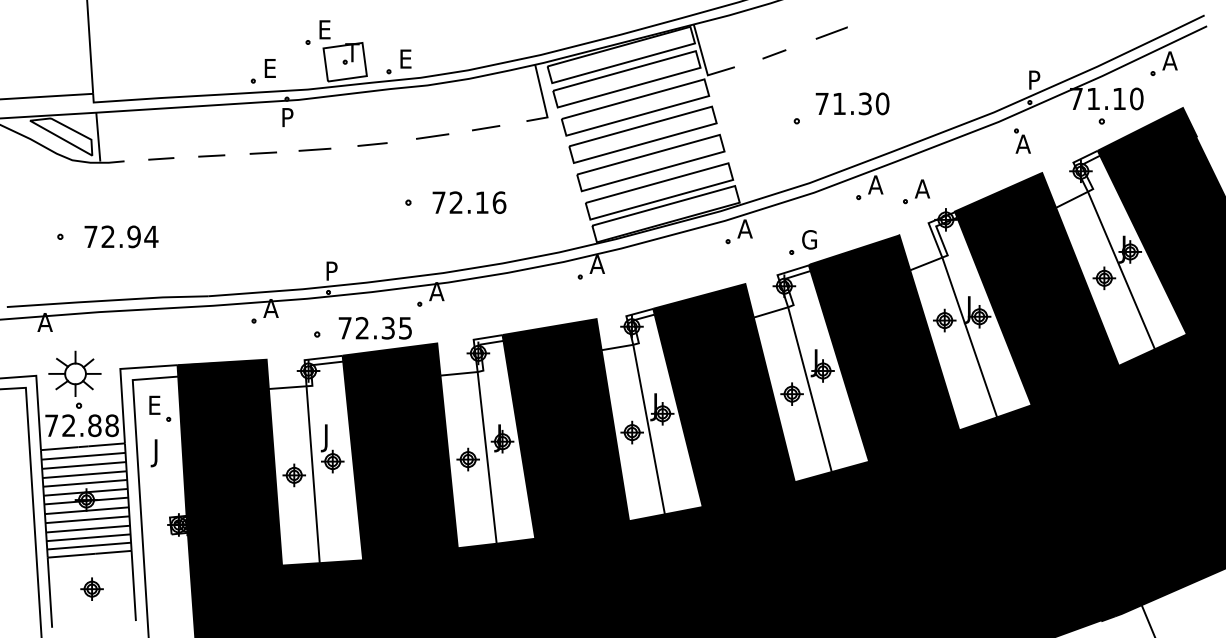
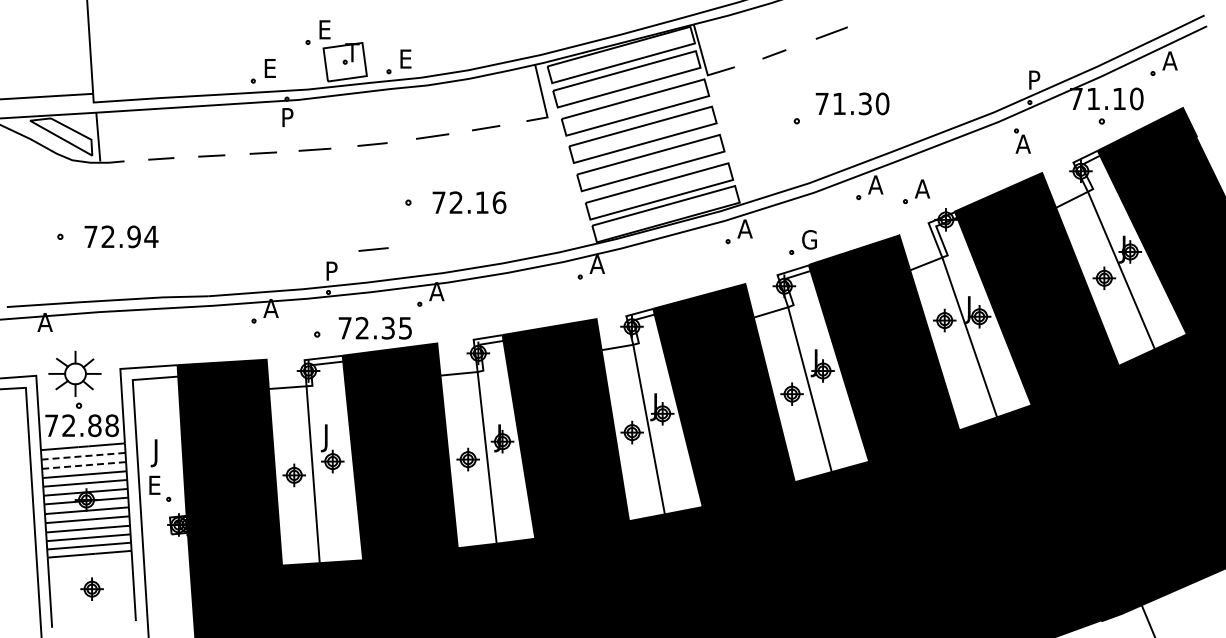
line at (373, 249): none -> present
part at (160, 408) position: (160, 408) -> (160, 488)
line at (84, 456): solid -> dashed
line at (84, 465): solid -> dashed
